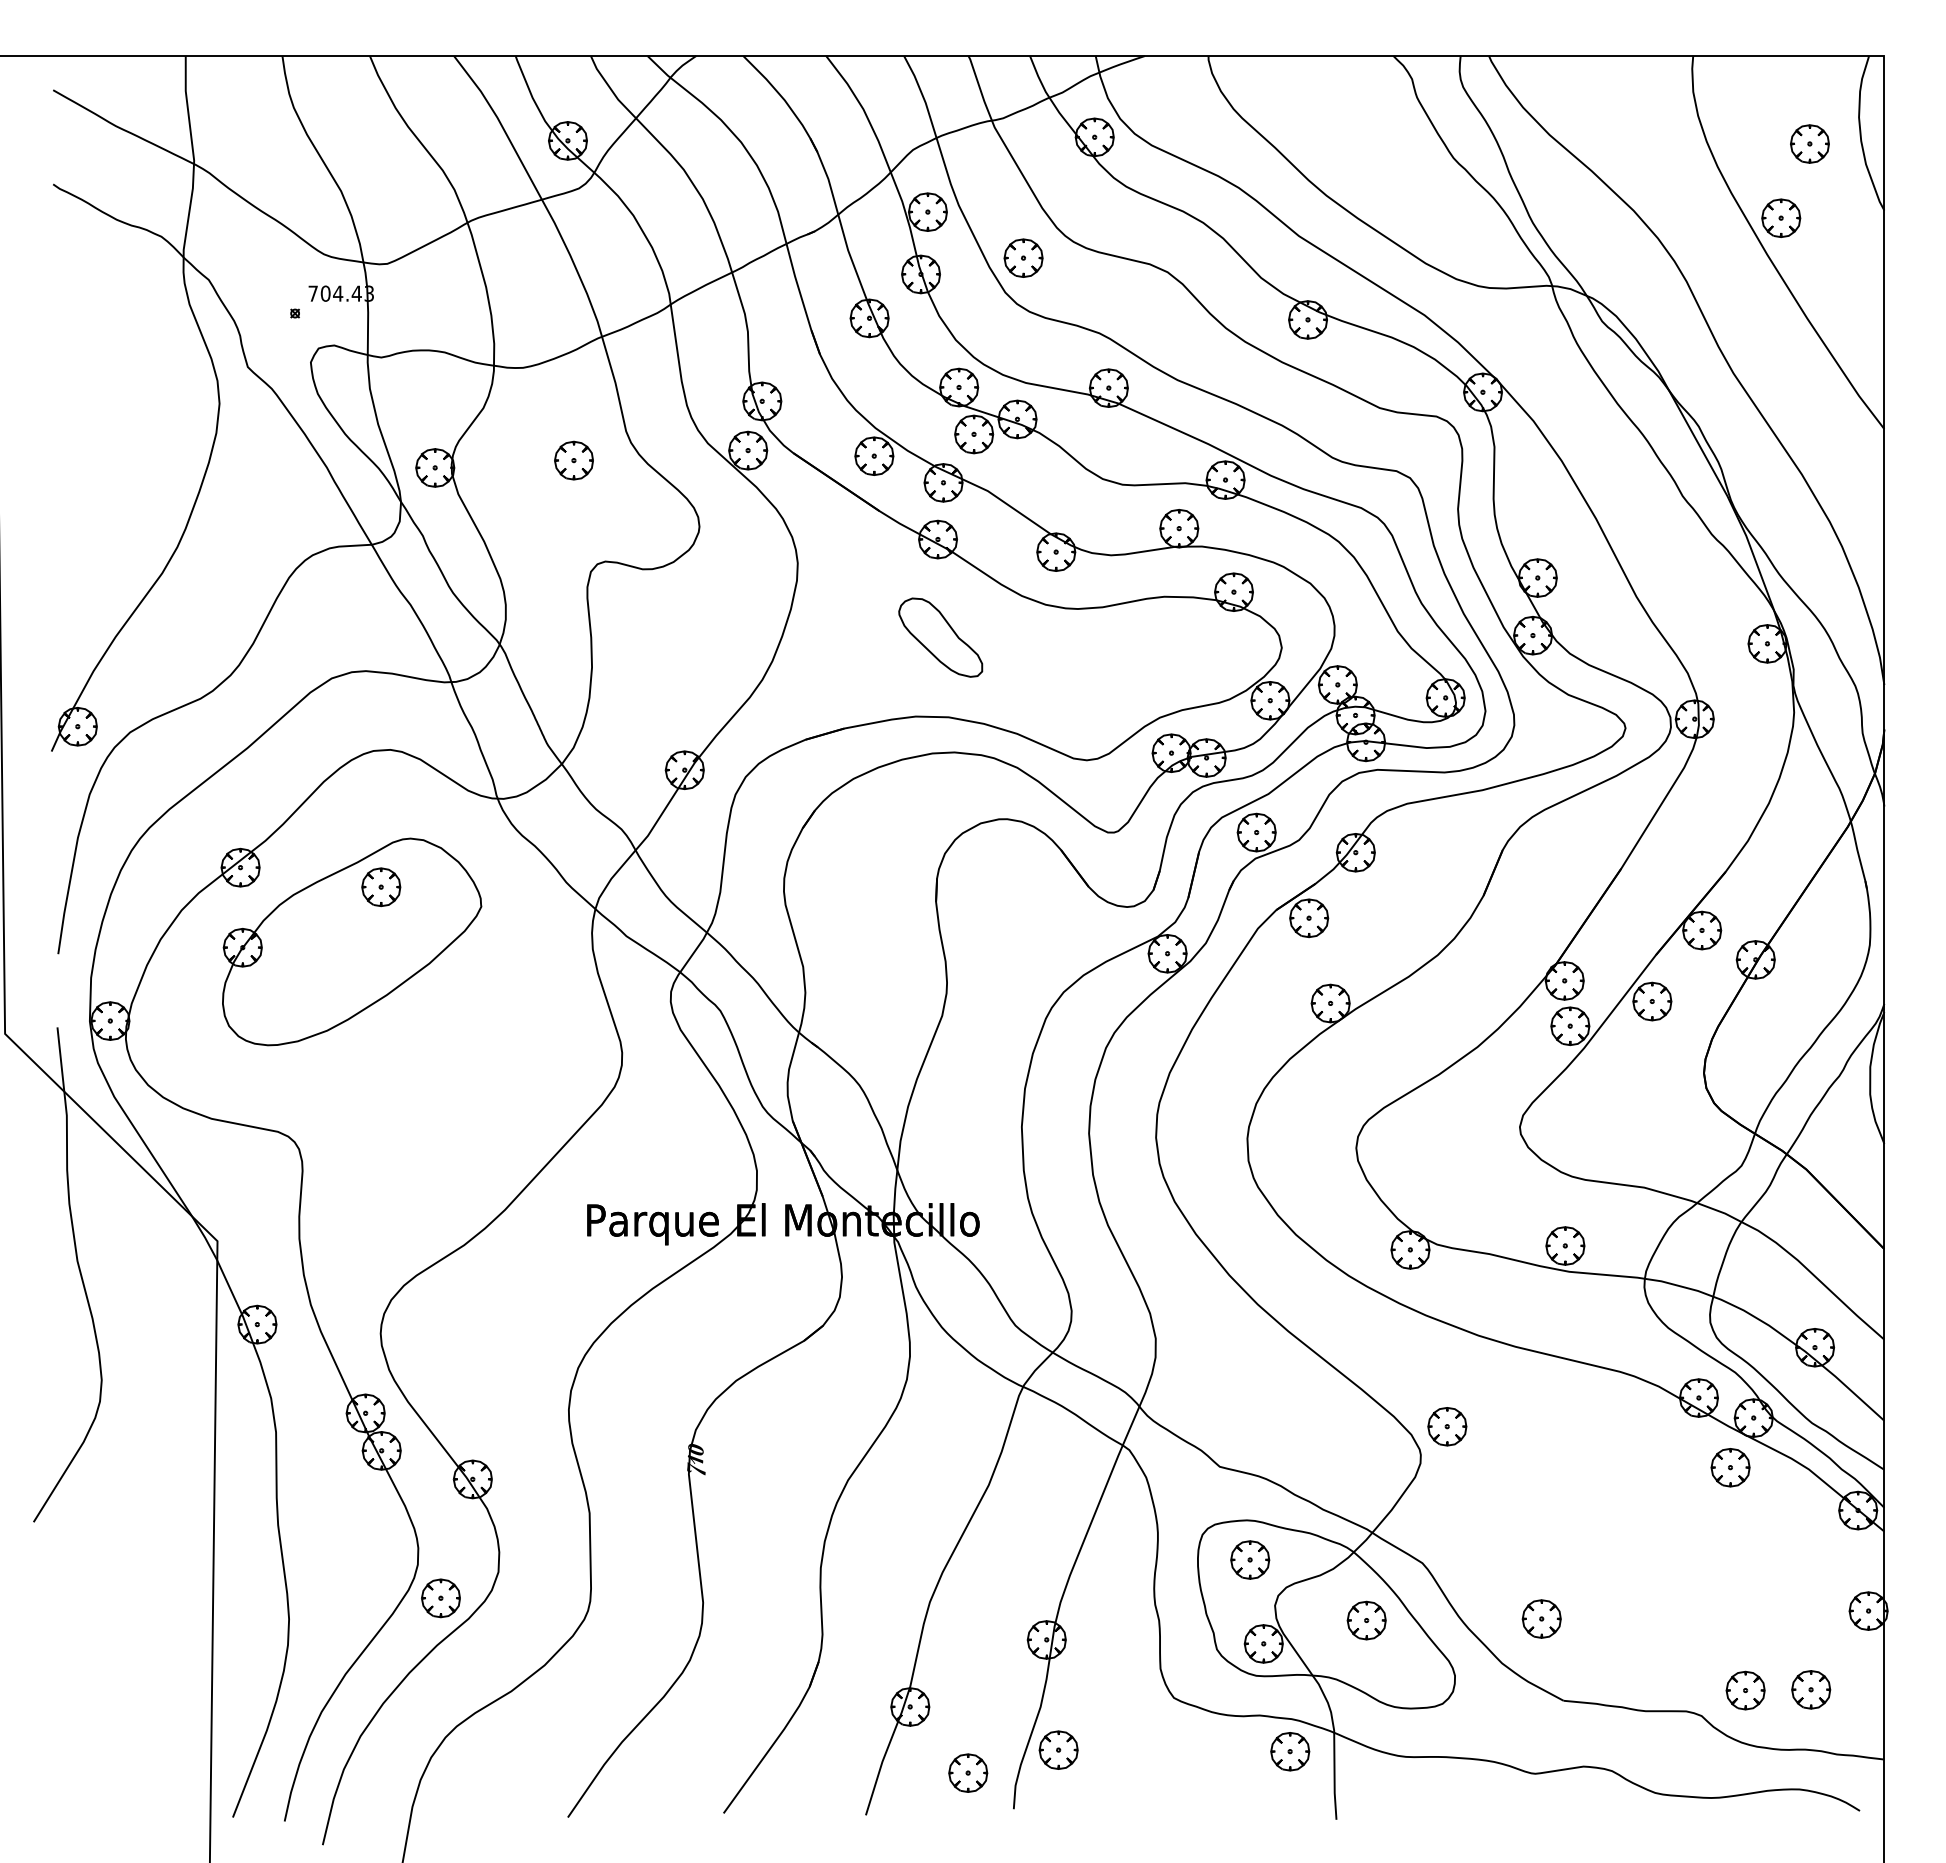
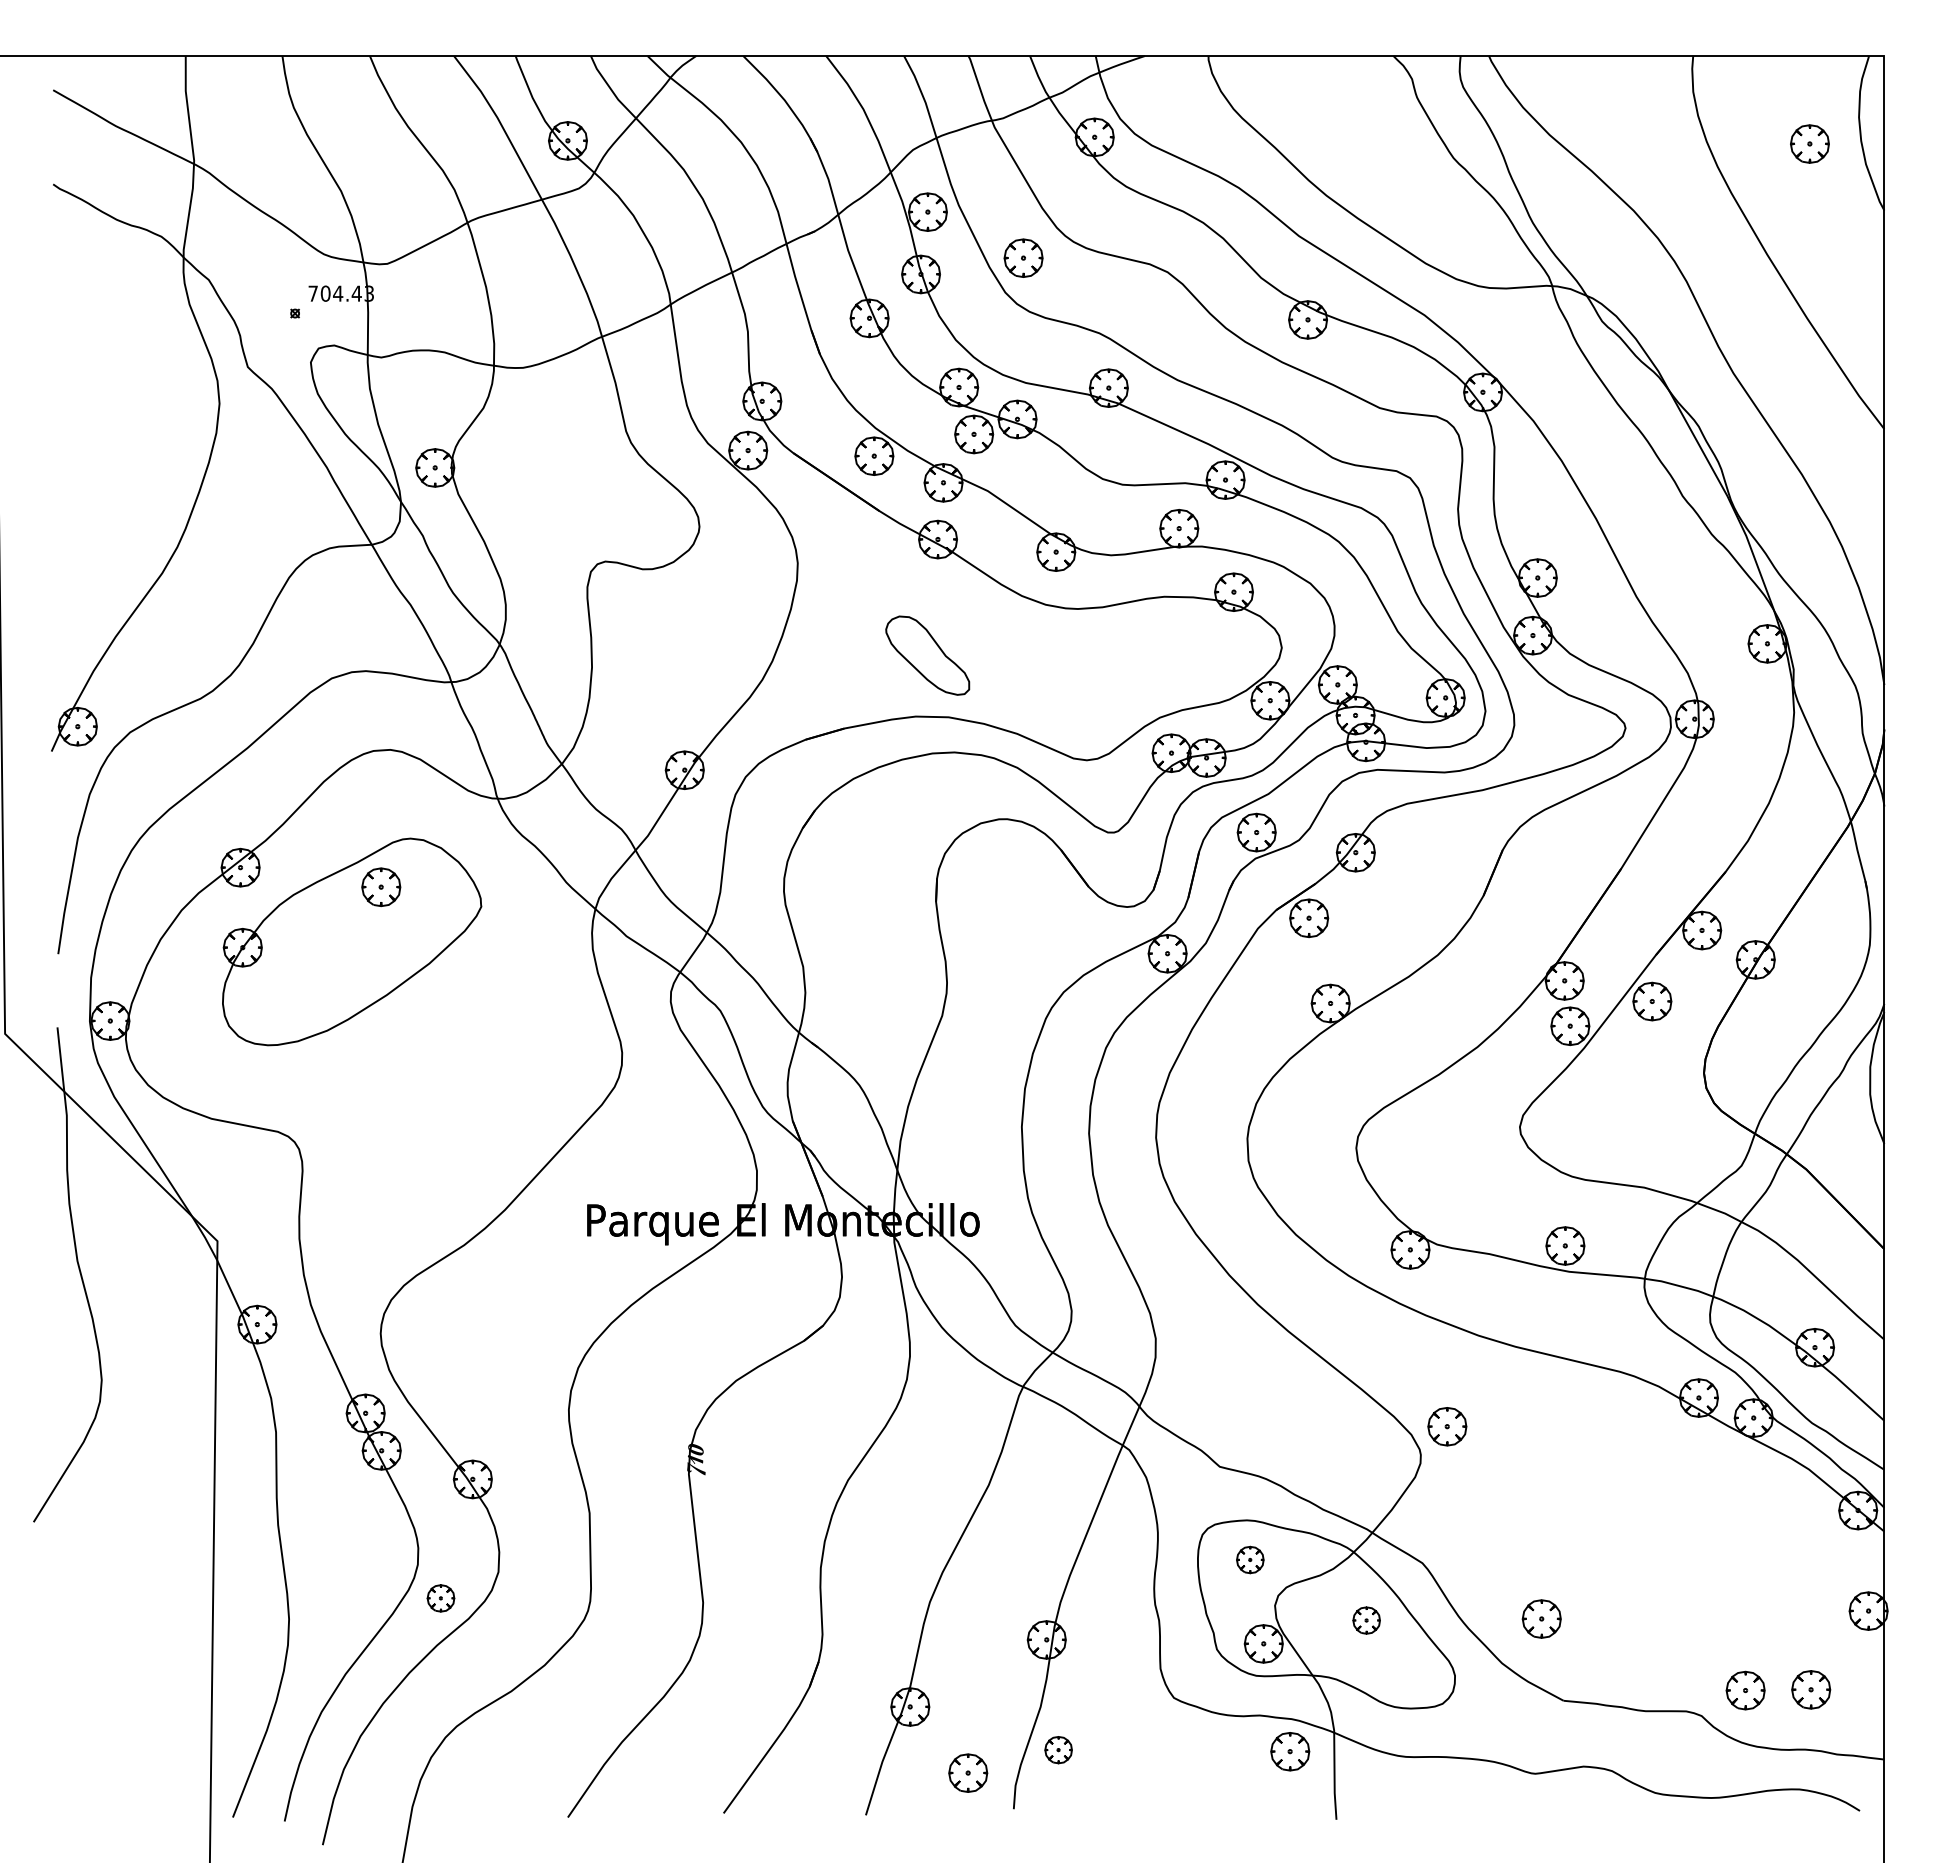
part at (1781, 217): present -> none
part at (573, 460): present -> none
part at (940, 637) position: (940, 637) -> (927, 655)
part at (1730, 1467): present -> none
part at (1250, 1559) size: 41x40 px -> 29x30 px
part at (440, 1598) size: 40x41 px -> 30x29 px
part at (1366, 1620) size: 41x41 px -> 29x29 px
part at (1058, 1749) size: 41x40 px -> 29x29 px
